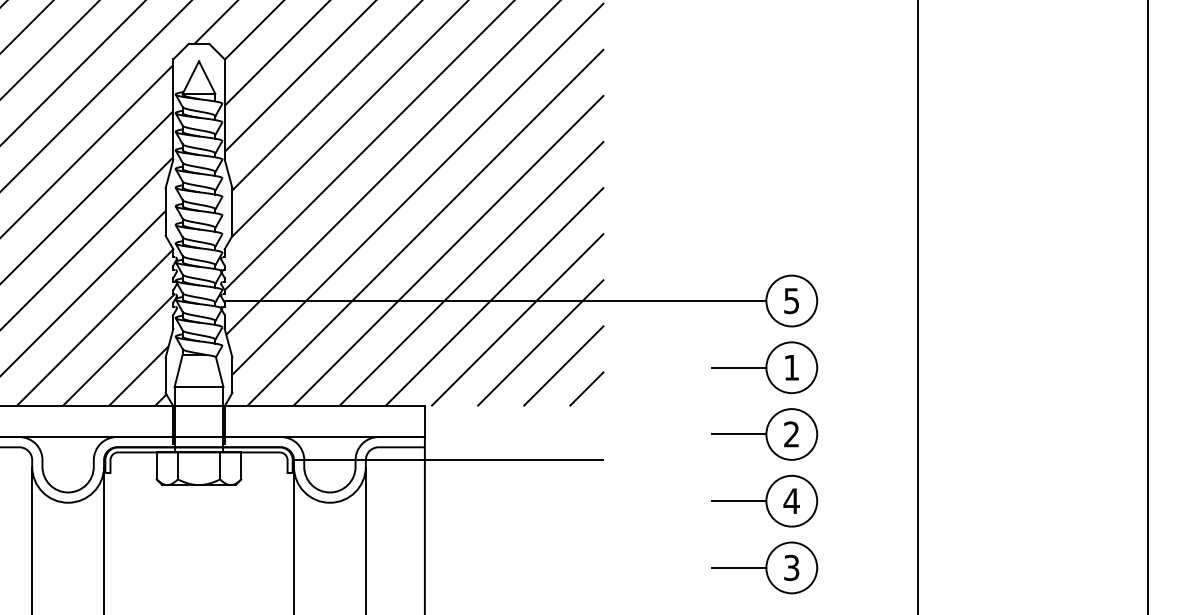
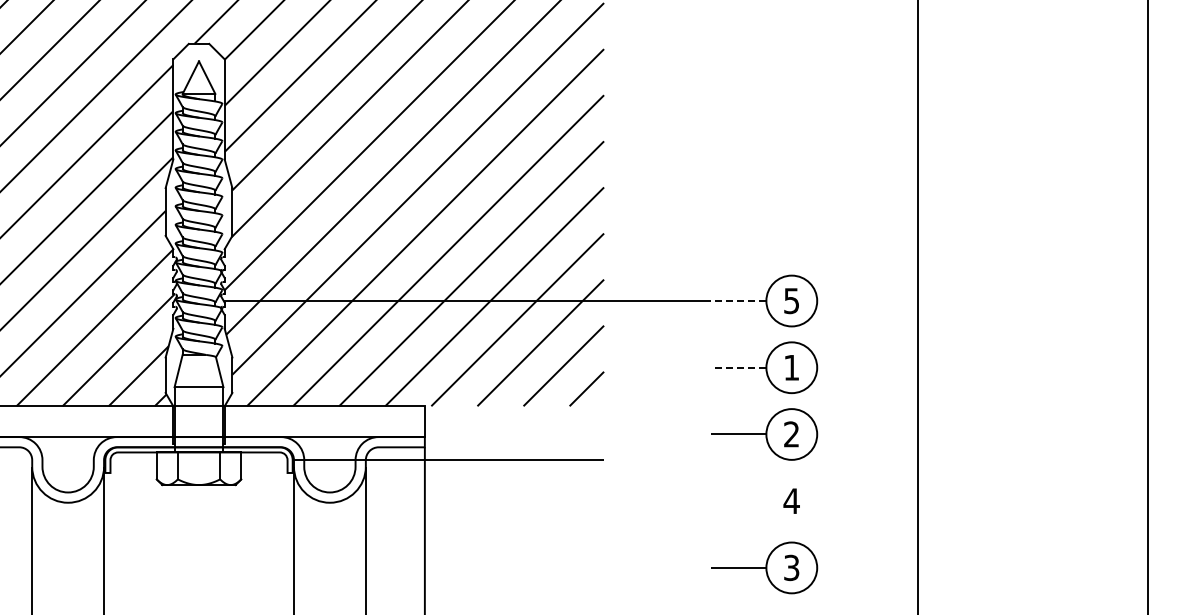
line at (738, 301): solid -> dashed
line at (738, 367): solid -> dashed
part at (764, 500): present -> none
